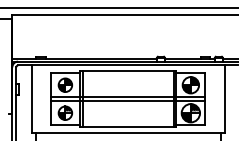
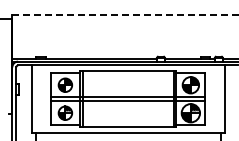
line at (118, 7): present -> none
line at (125, 15): solid -> dashed
